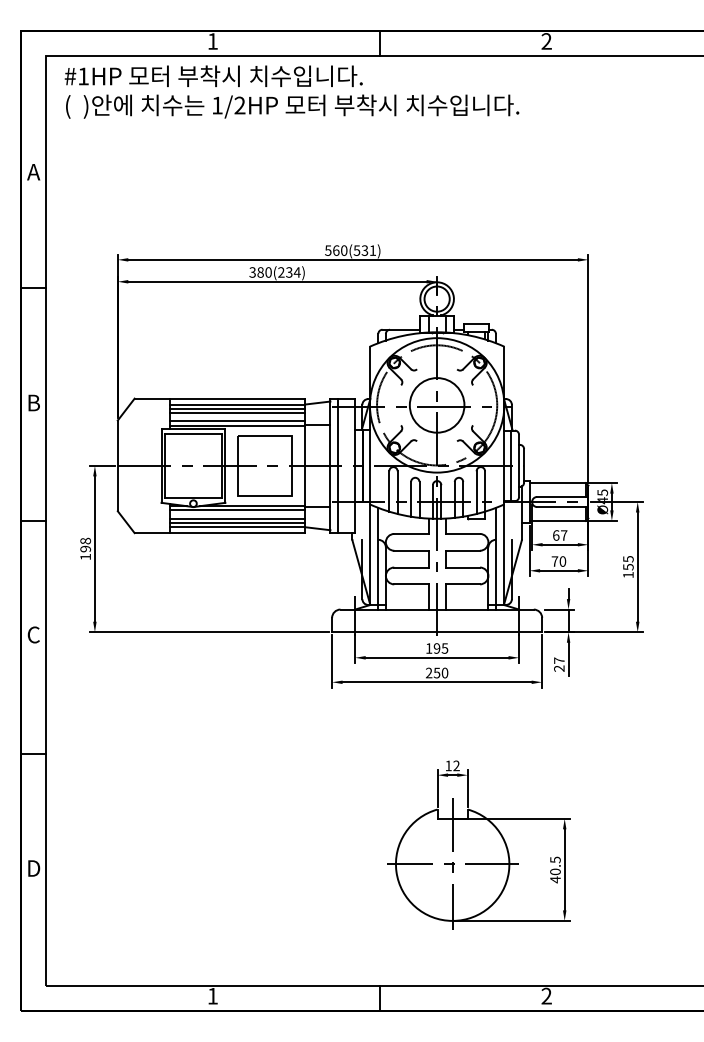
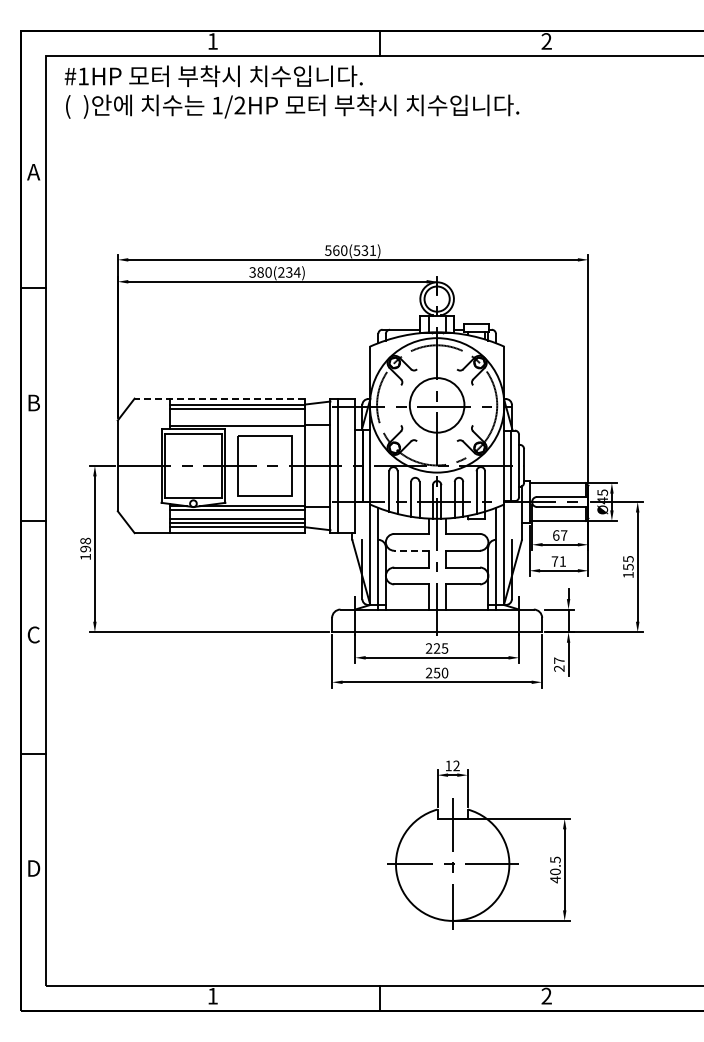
line at (219, 398): solid -> dashed
line at (237, 412): present -> none
line at (237, 421): present -> none
line at (411, 550): solid -> dashed
text at (562, 561): 70 -> 71
text at (432, 648): 195 -> 225
